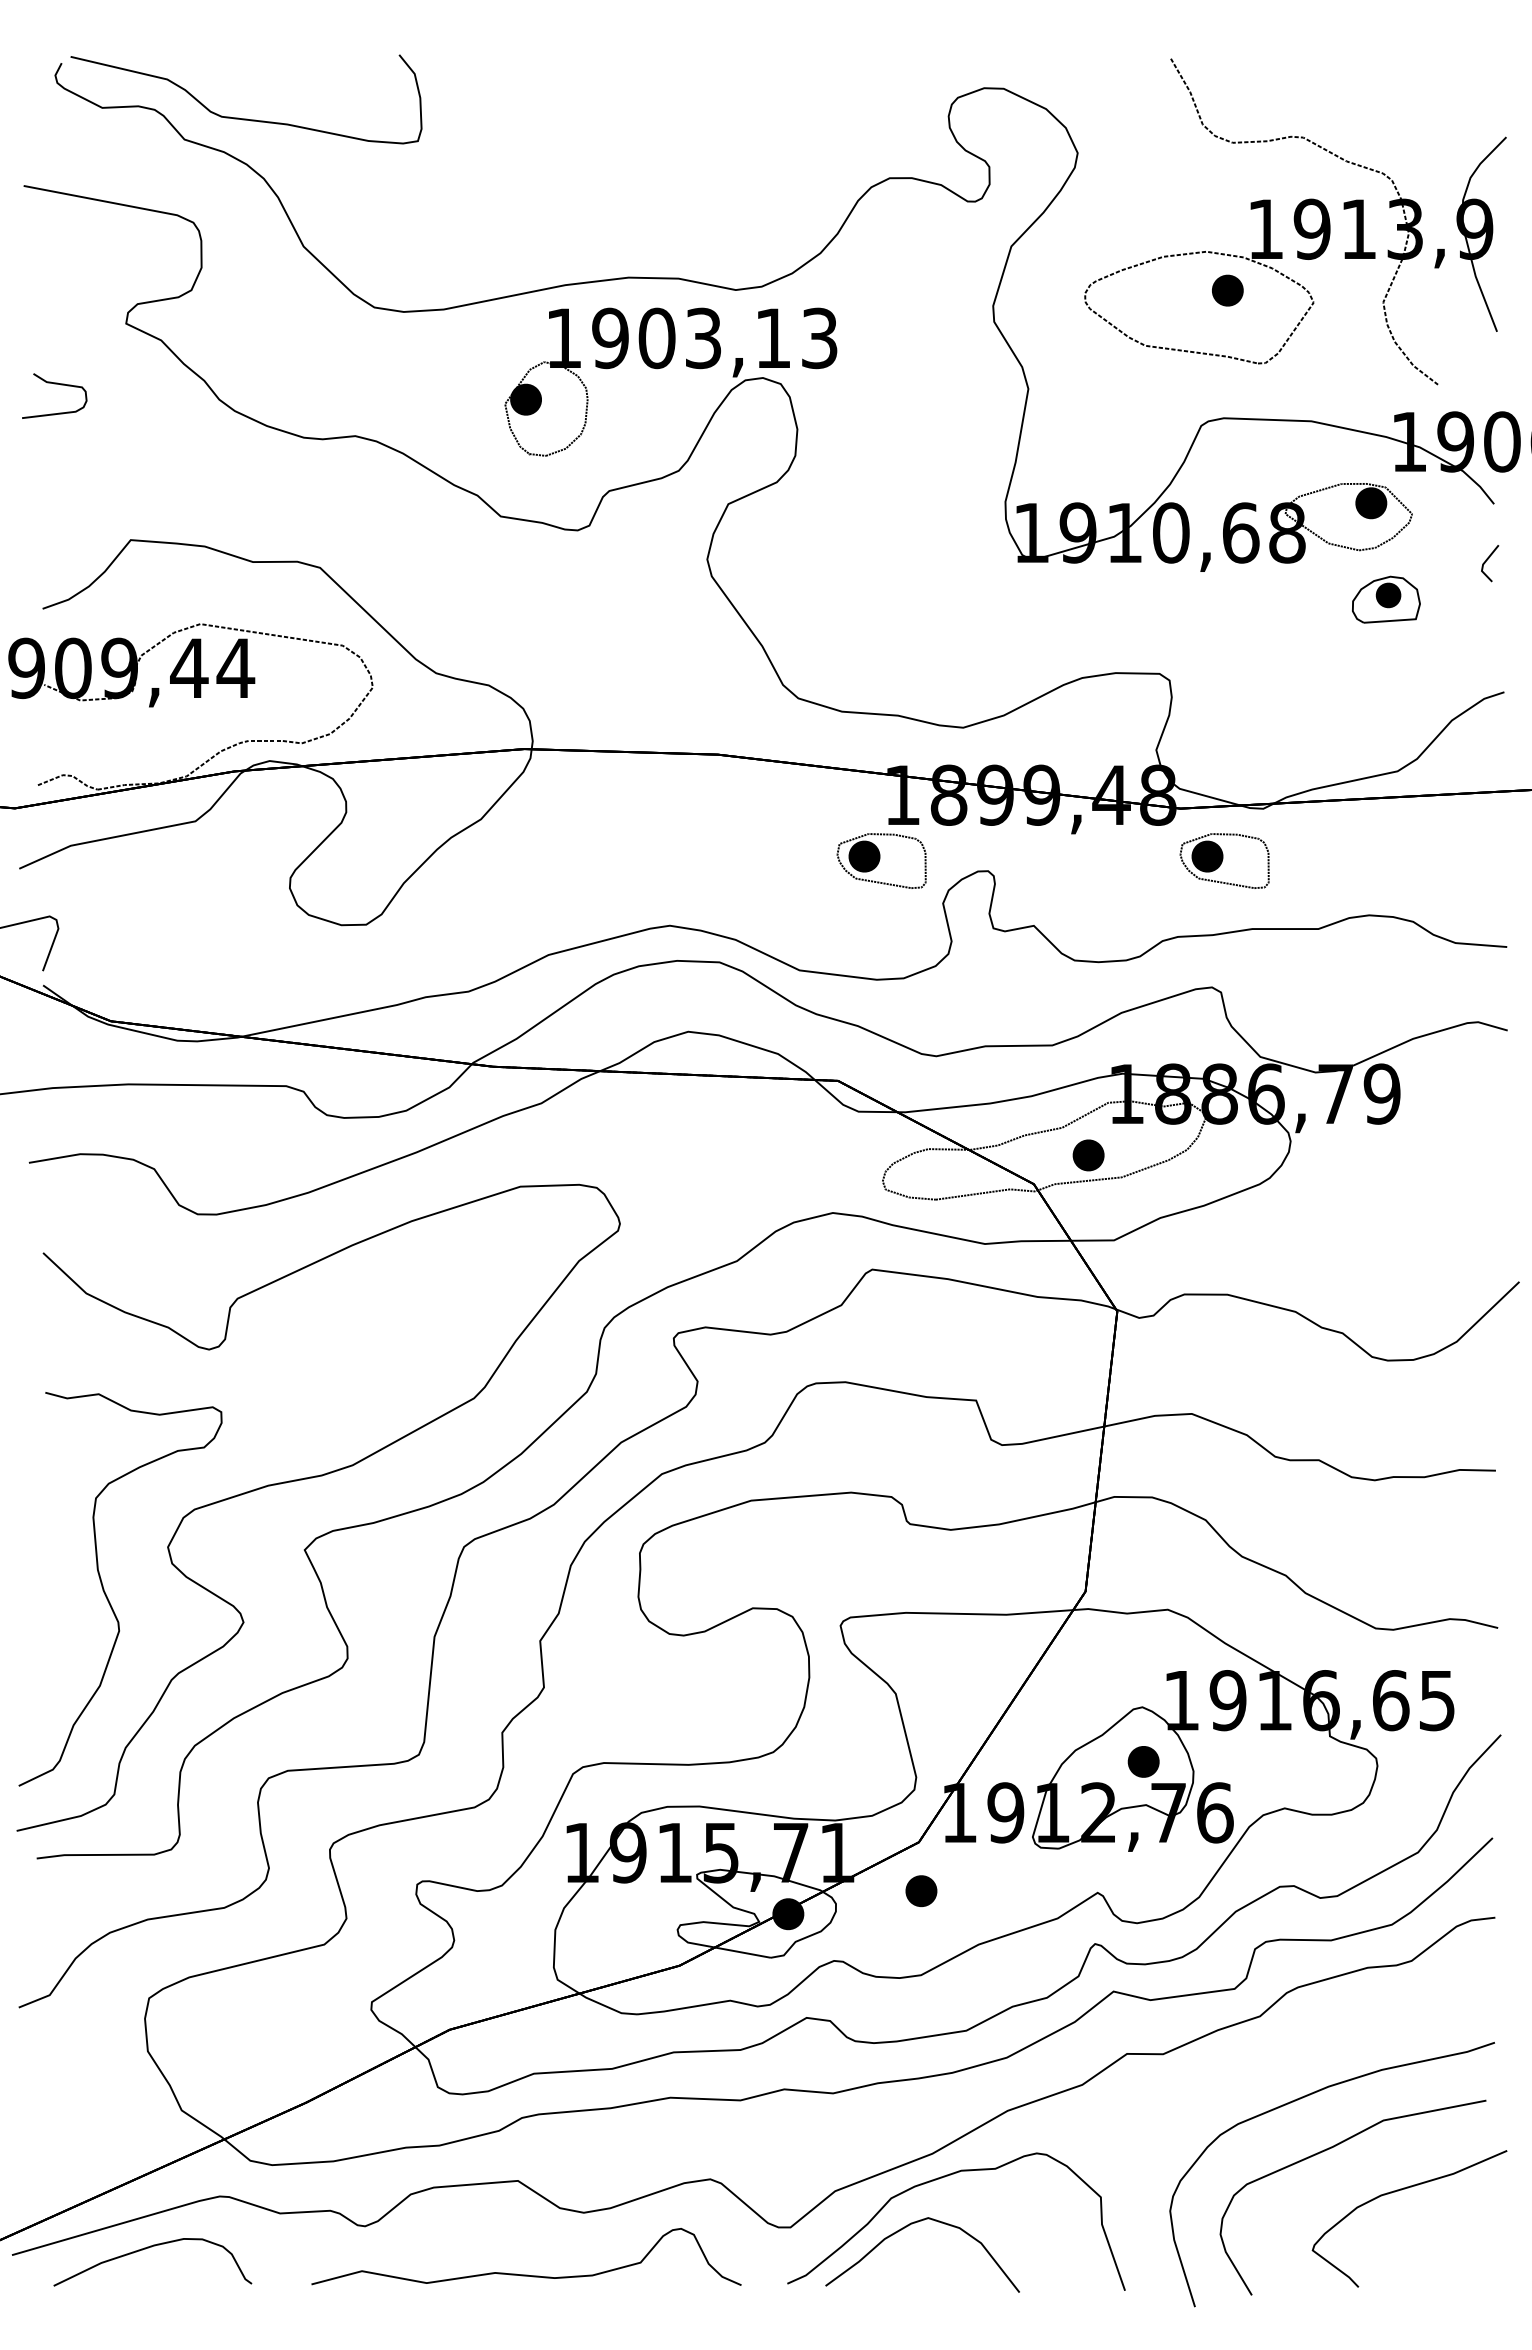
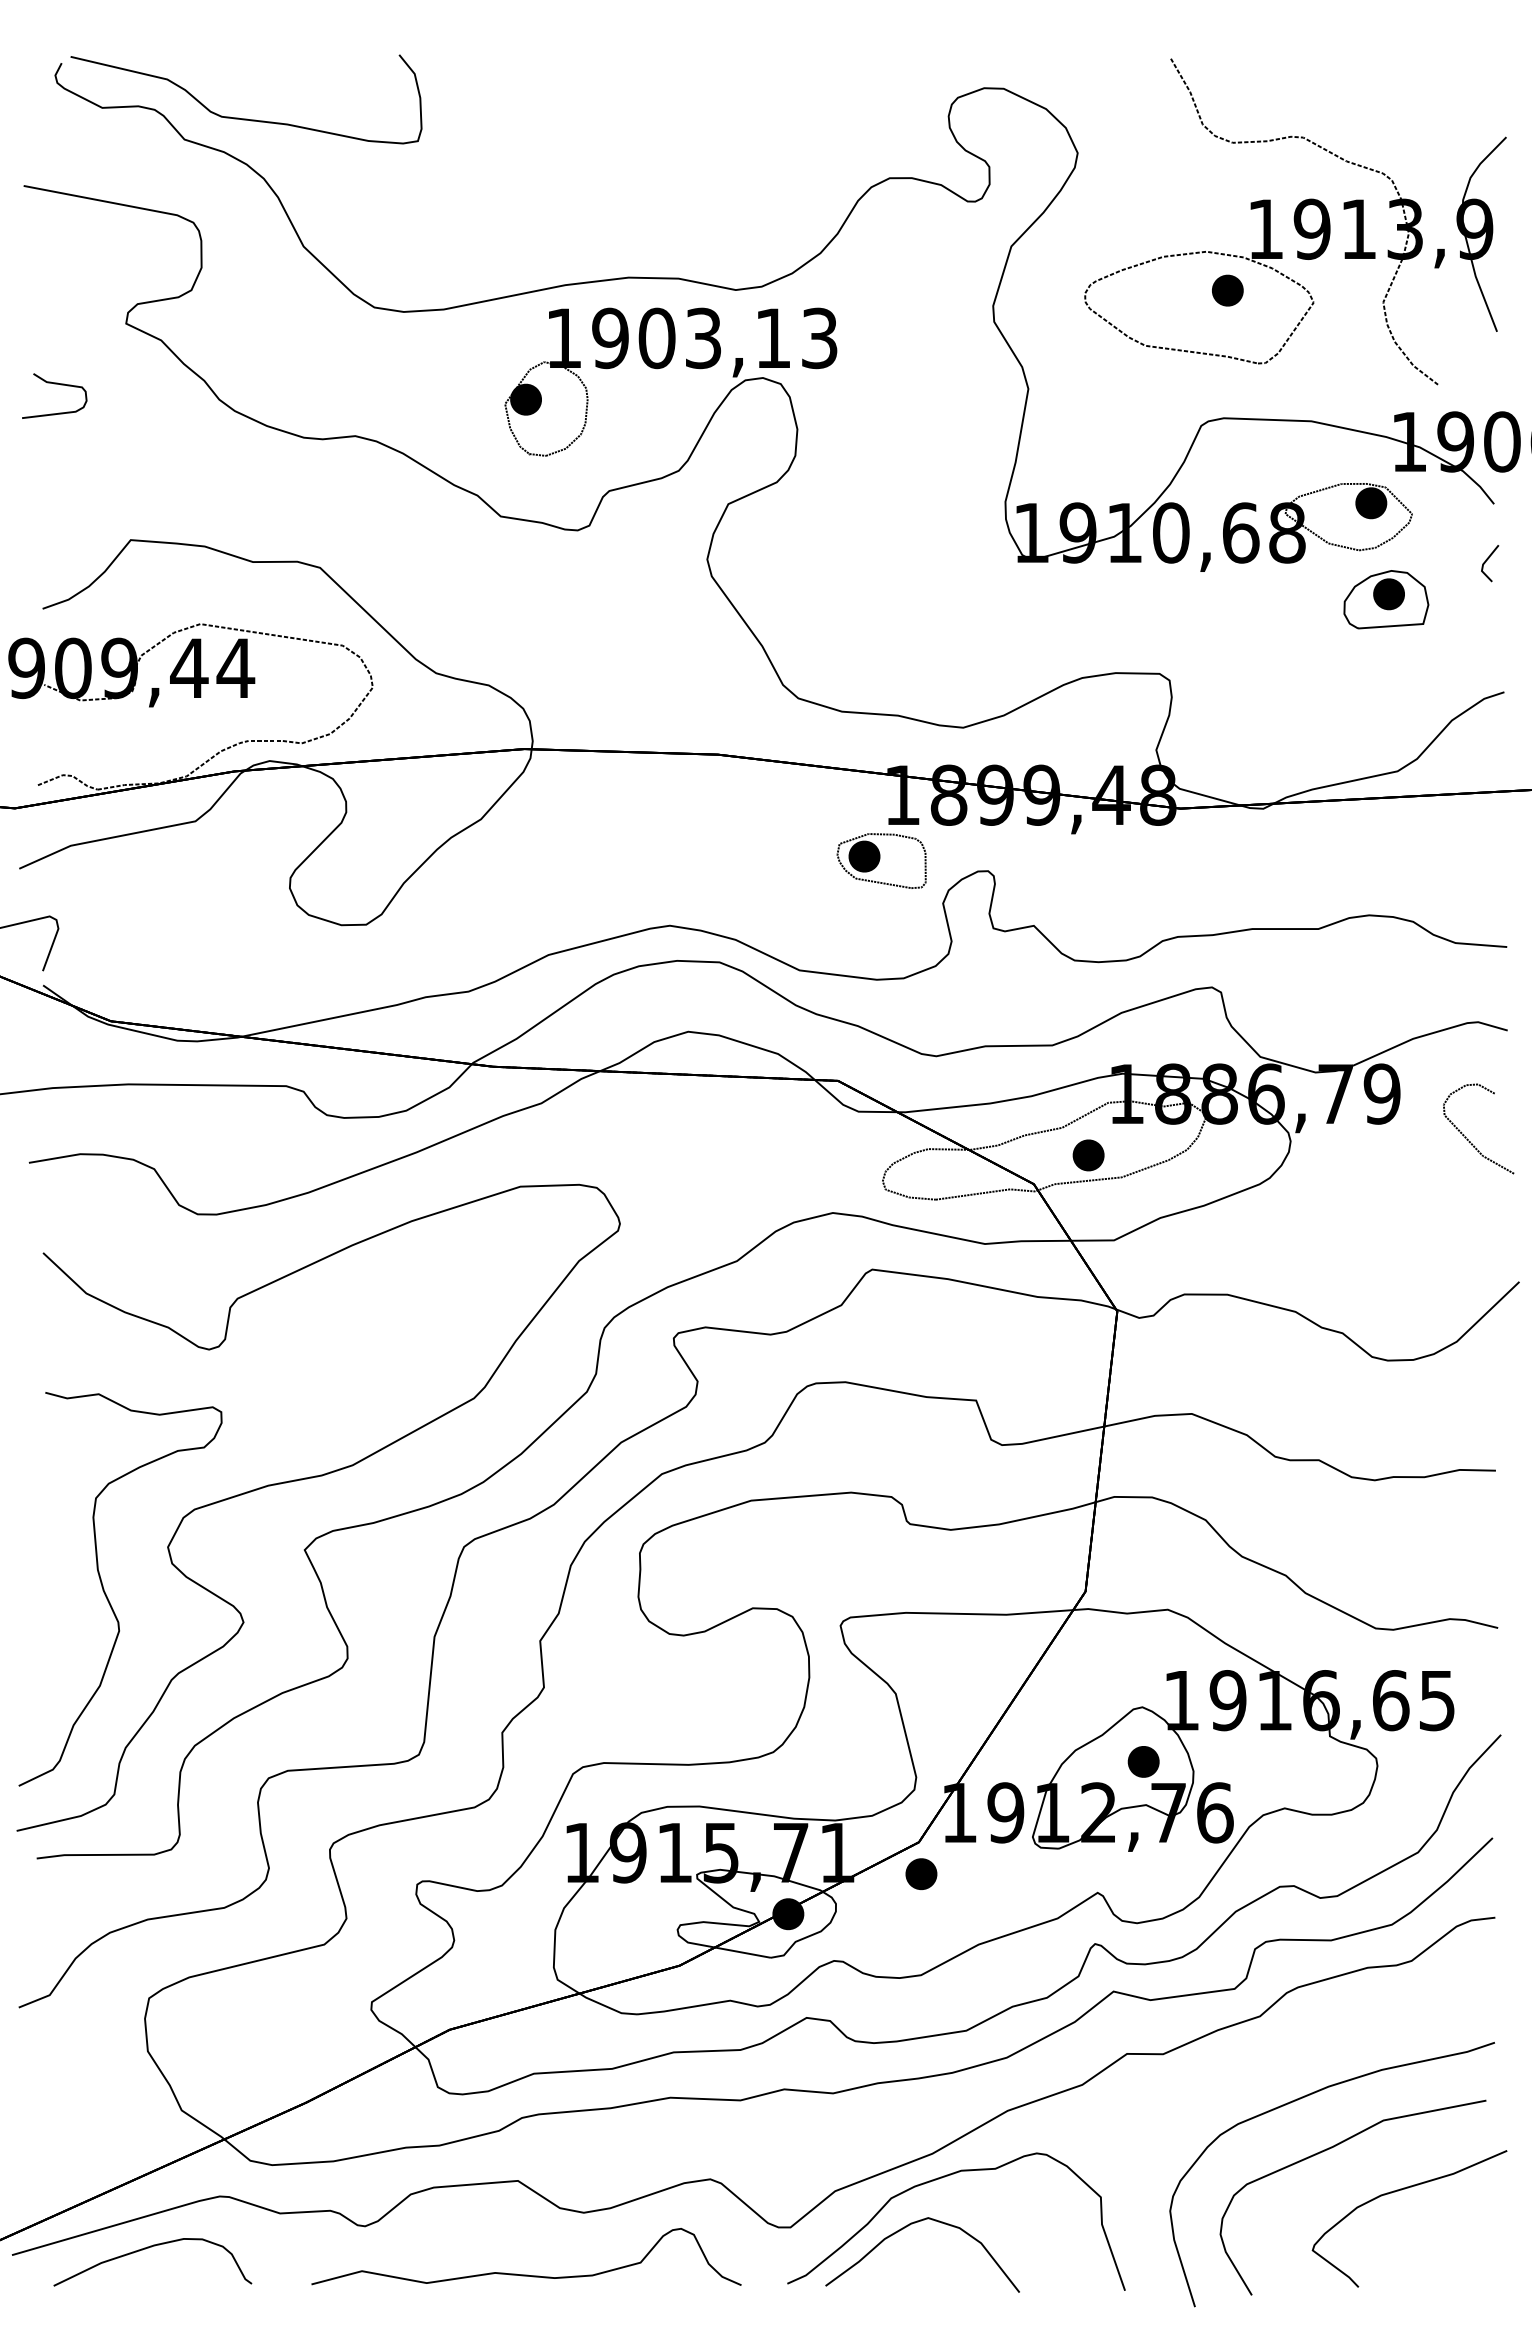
part at (1386, 599) size: 69x49 px -> 87x60 px
part at (1224, 860): present -> none
curve at (1467, 1138): none -> present
part at (921, 1890) position: (921, 1890) -> (921, 1873)
